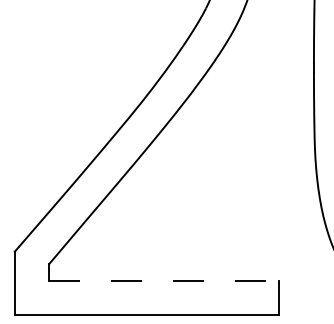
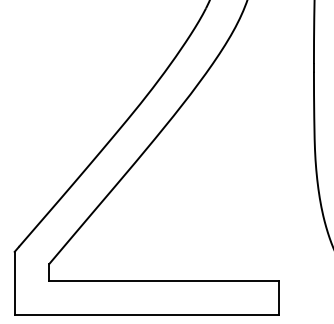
line at (164, 280): dashed -> solid
